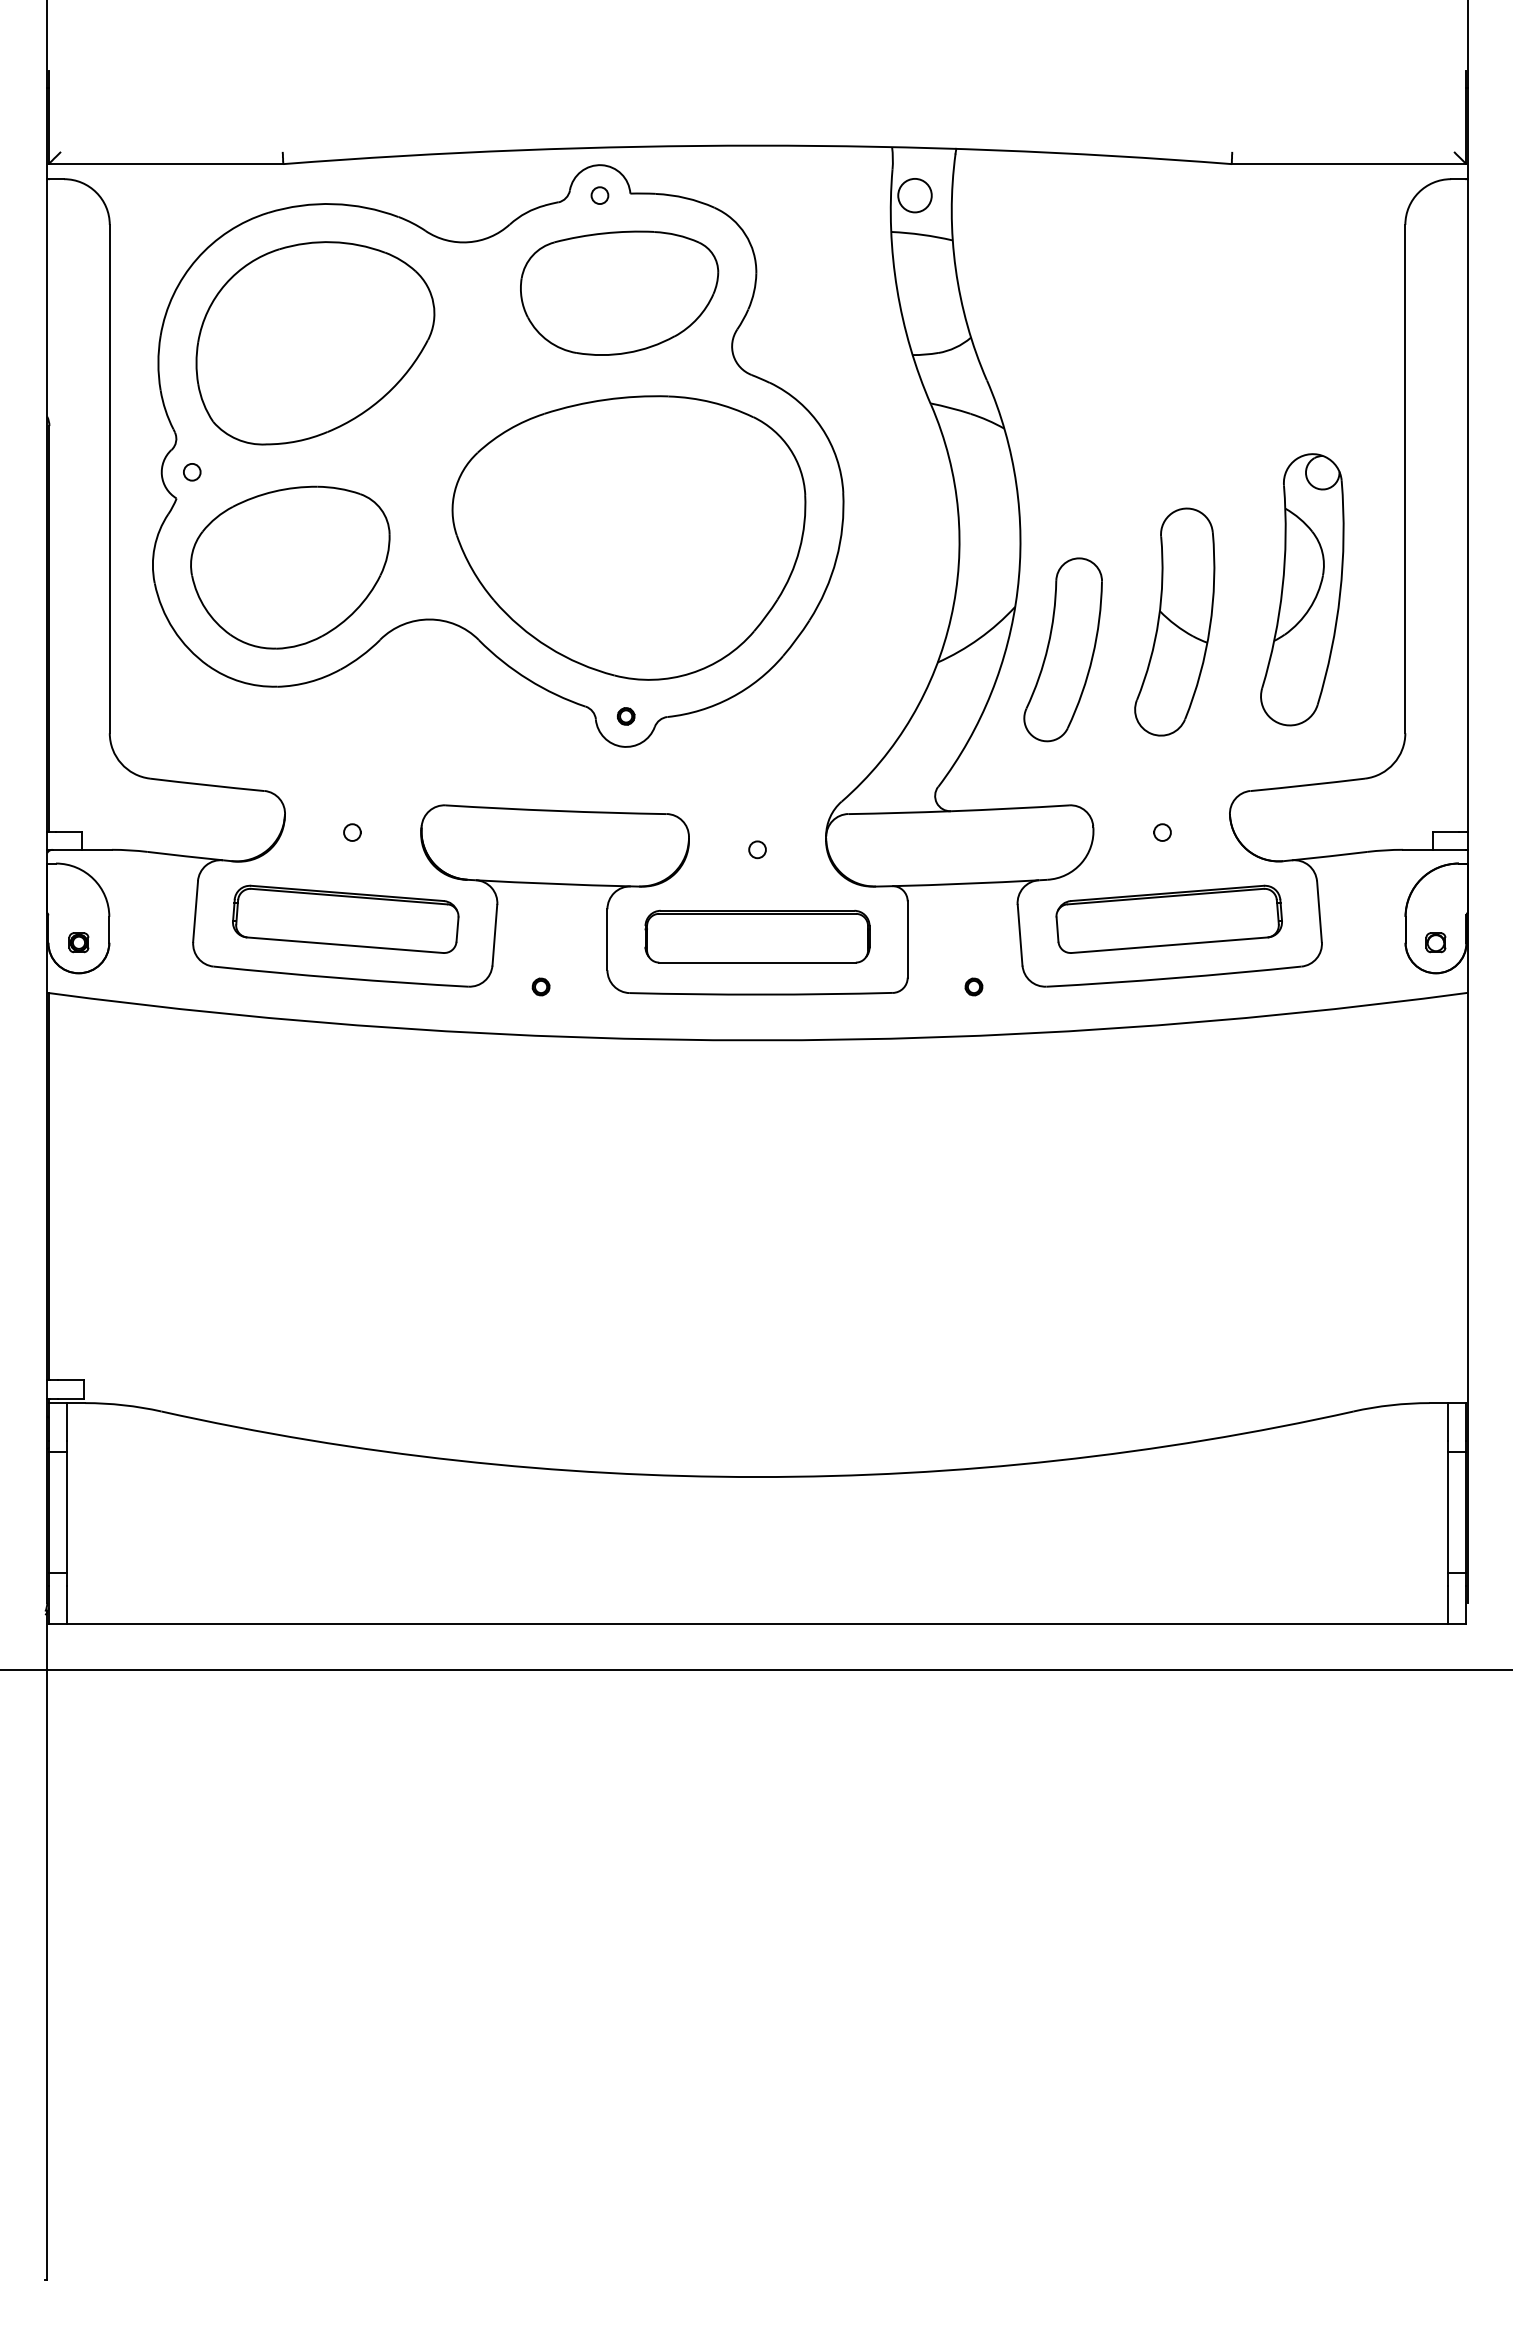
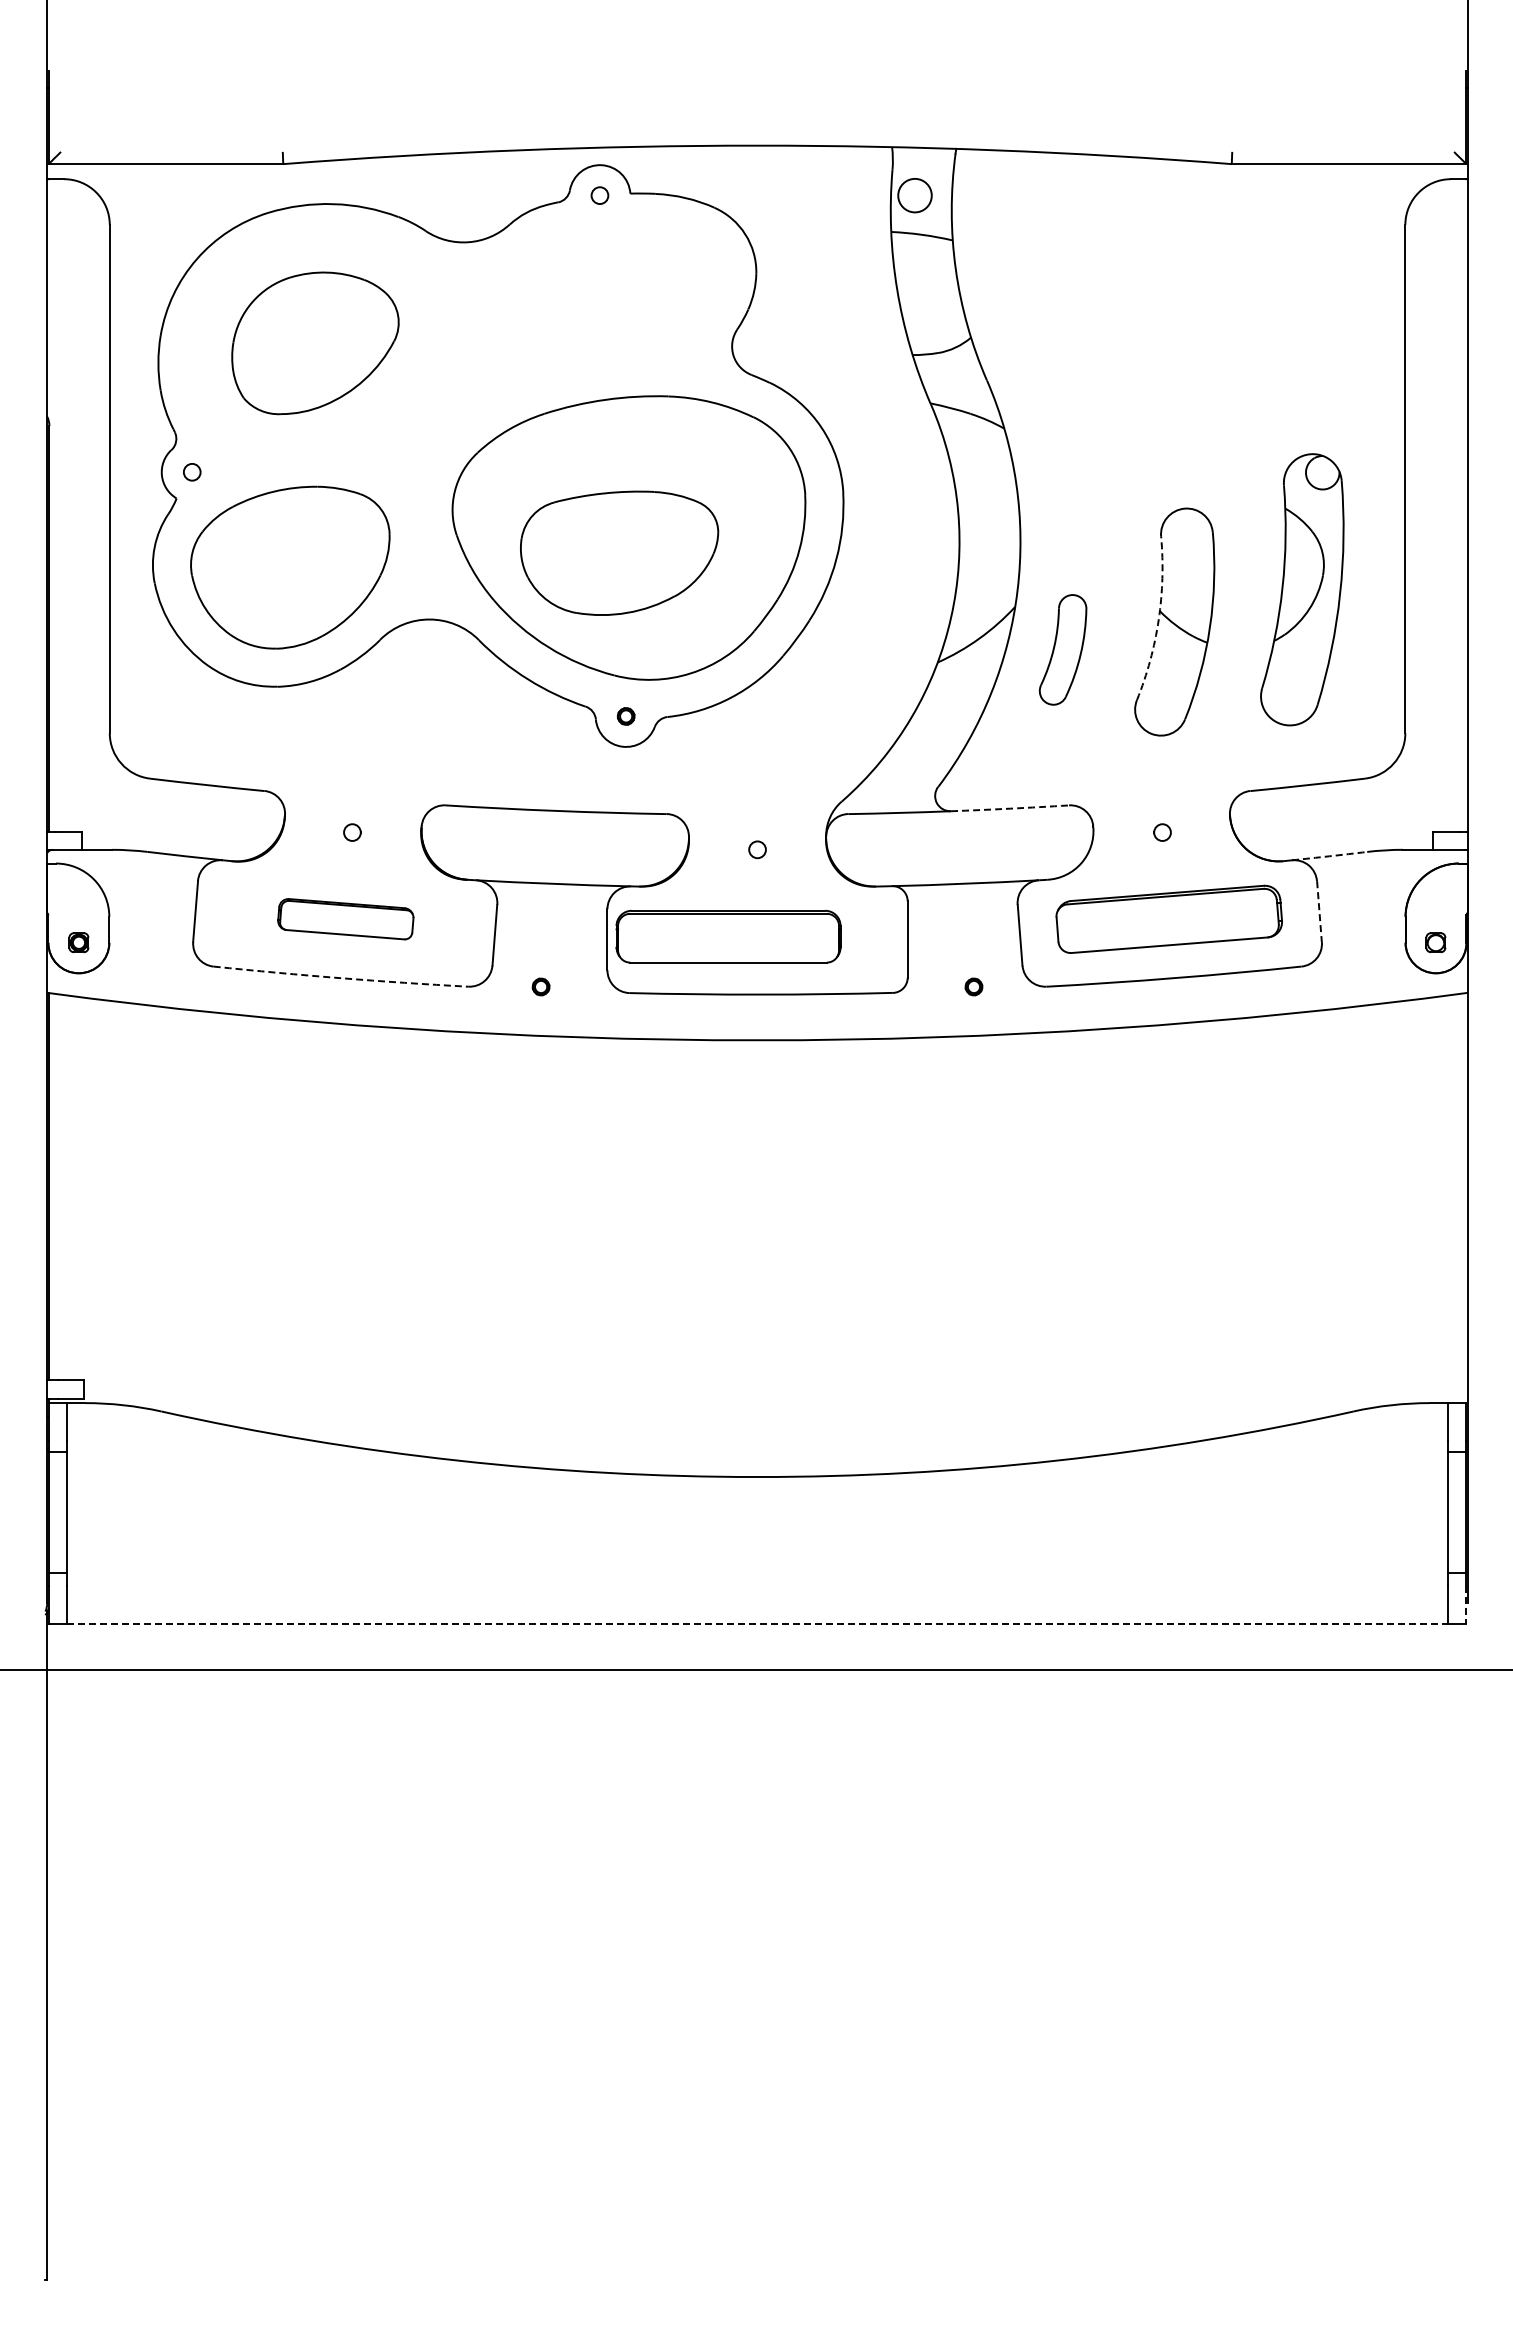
part at (619, 292) position: (619, 292) -> (619, 552)
part at (315, 343) size: 241x205 px -> 169x145 px
arc at (1158, 619): solid -> dashed
part at (1062, 649) size: 80x186 px -> 50x112 px
arc at (1010, 808): solid -> dashed
arc at (1329, 856): solid -> dashed
line at (1319, 912): solid -> dashed
part at (345, 918) size: 228x70 px -> 138x43 px
part at (757, 936) position: (757, 936) -> (728, 936)
arc at (340, 978): solid -> dashed
line at (1466, 1605): solid -> dashed
line at (758, 1624): solid -> dashed
